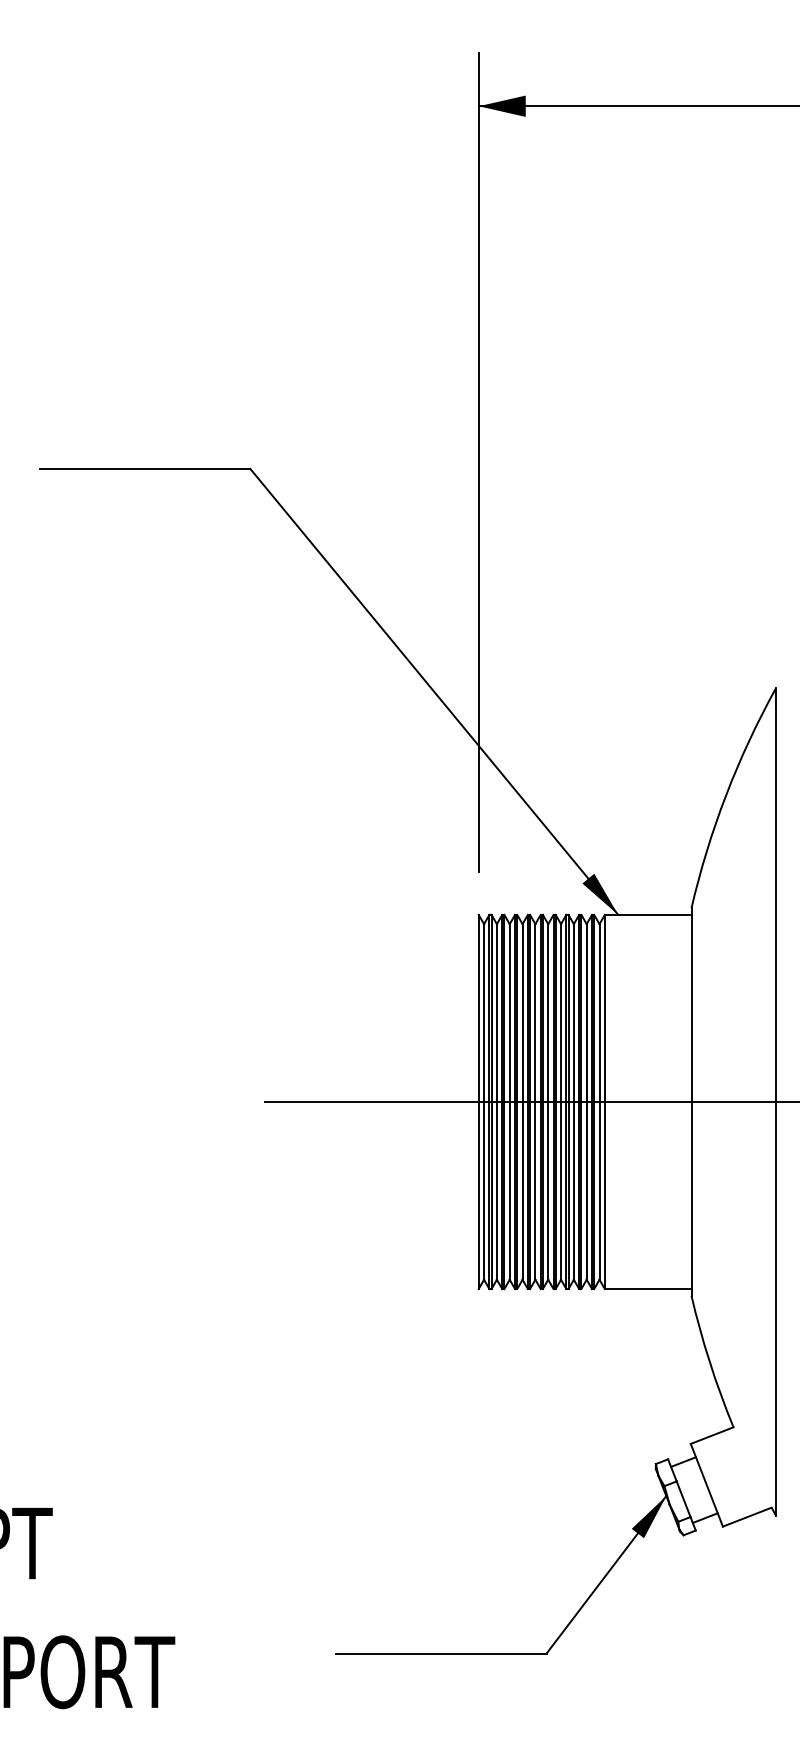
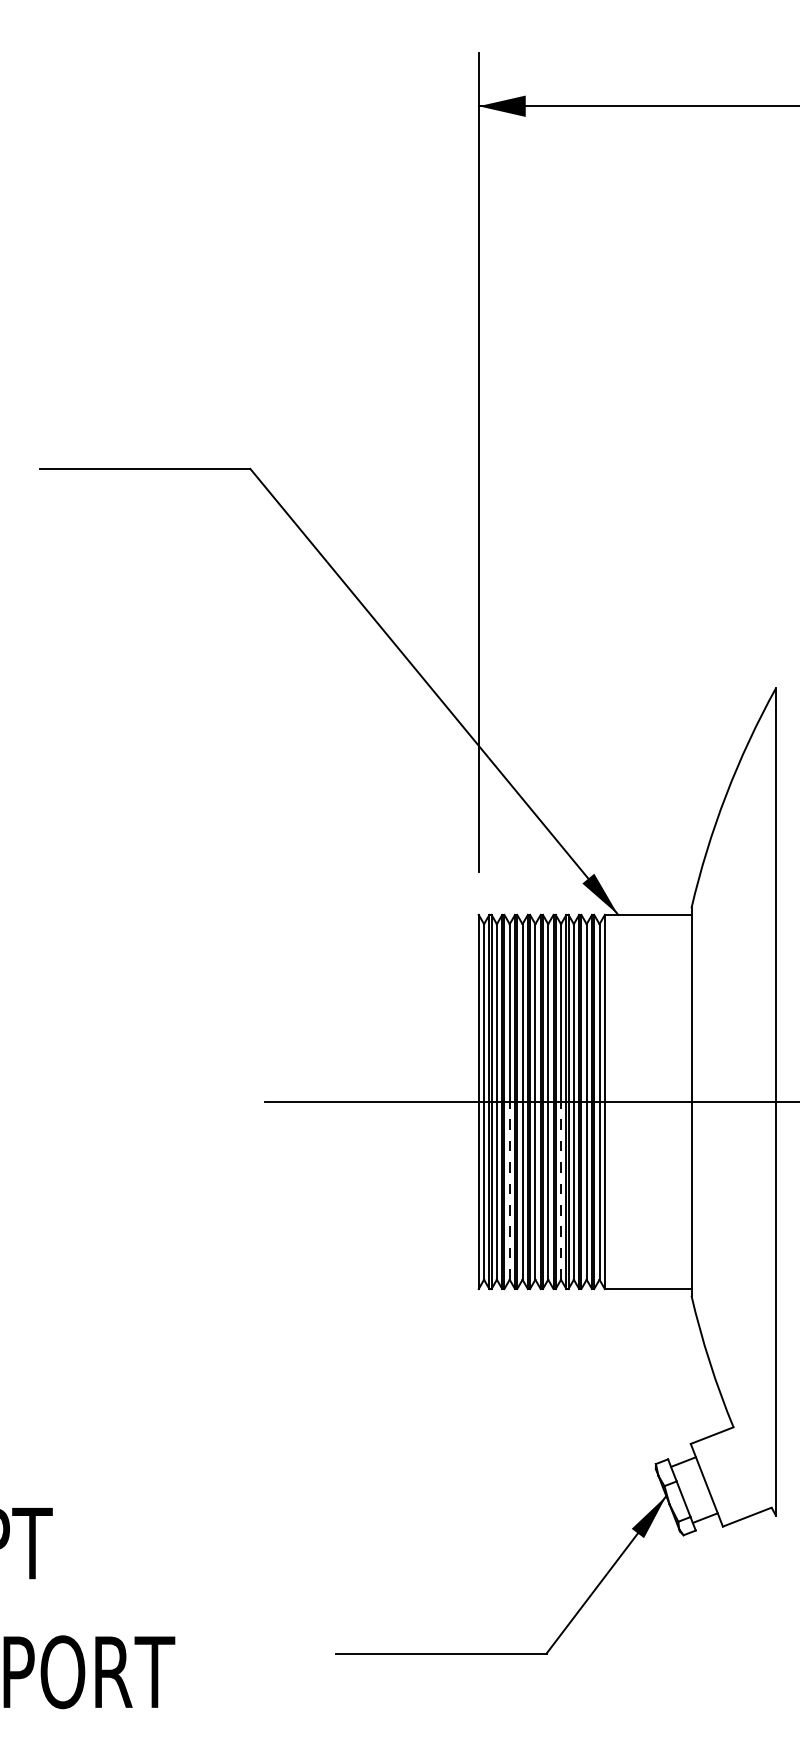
line at (509, 1190): solid -> dashed
line at (561, 1190): solid -> dashed
